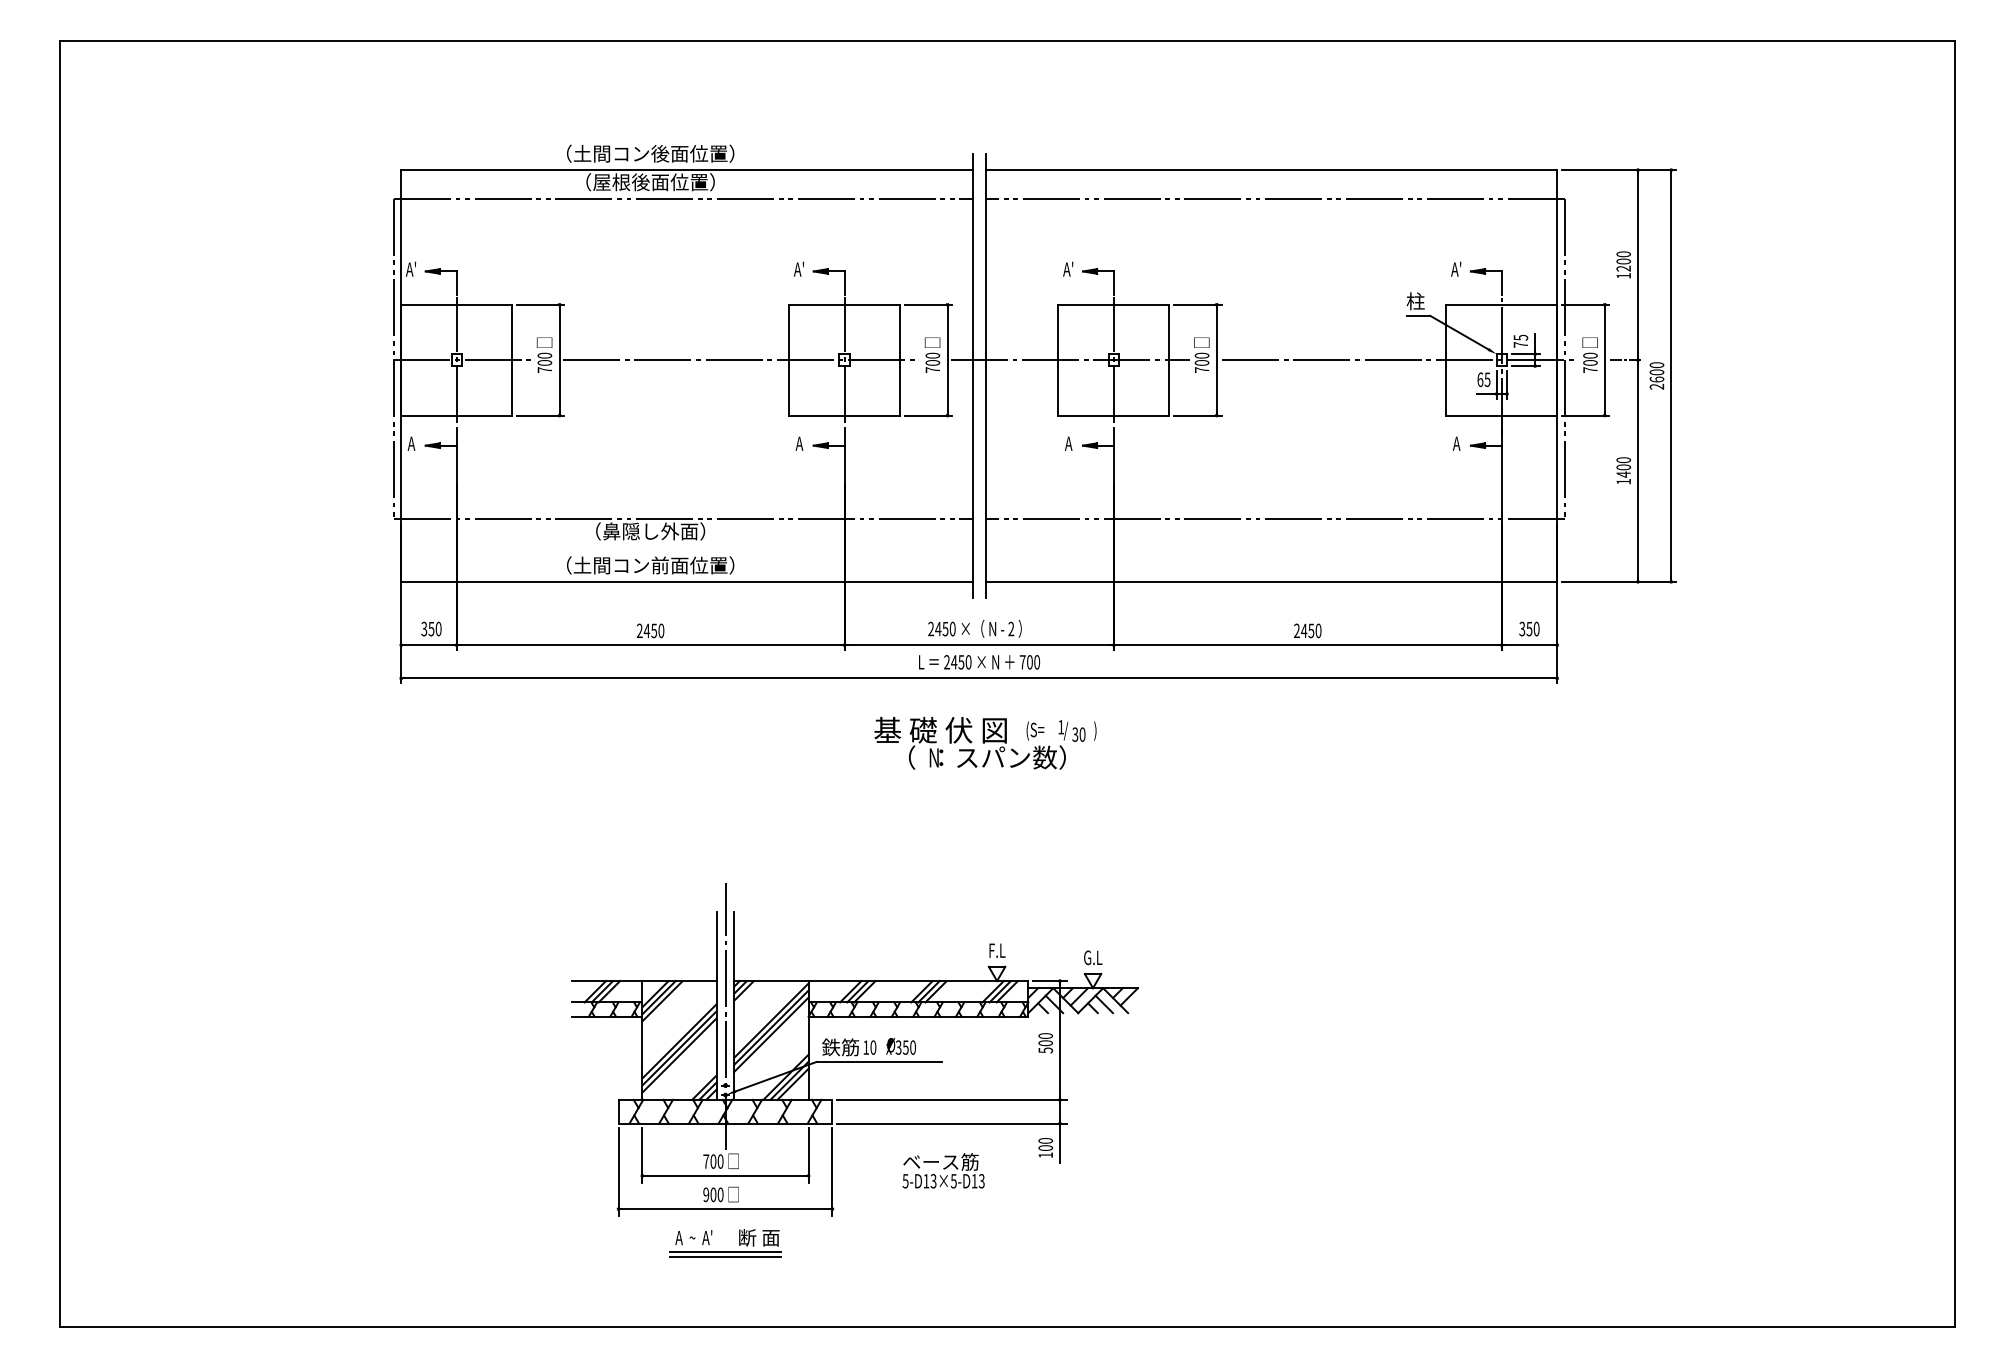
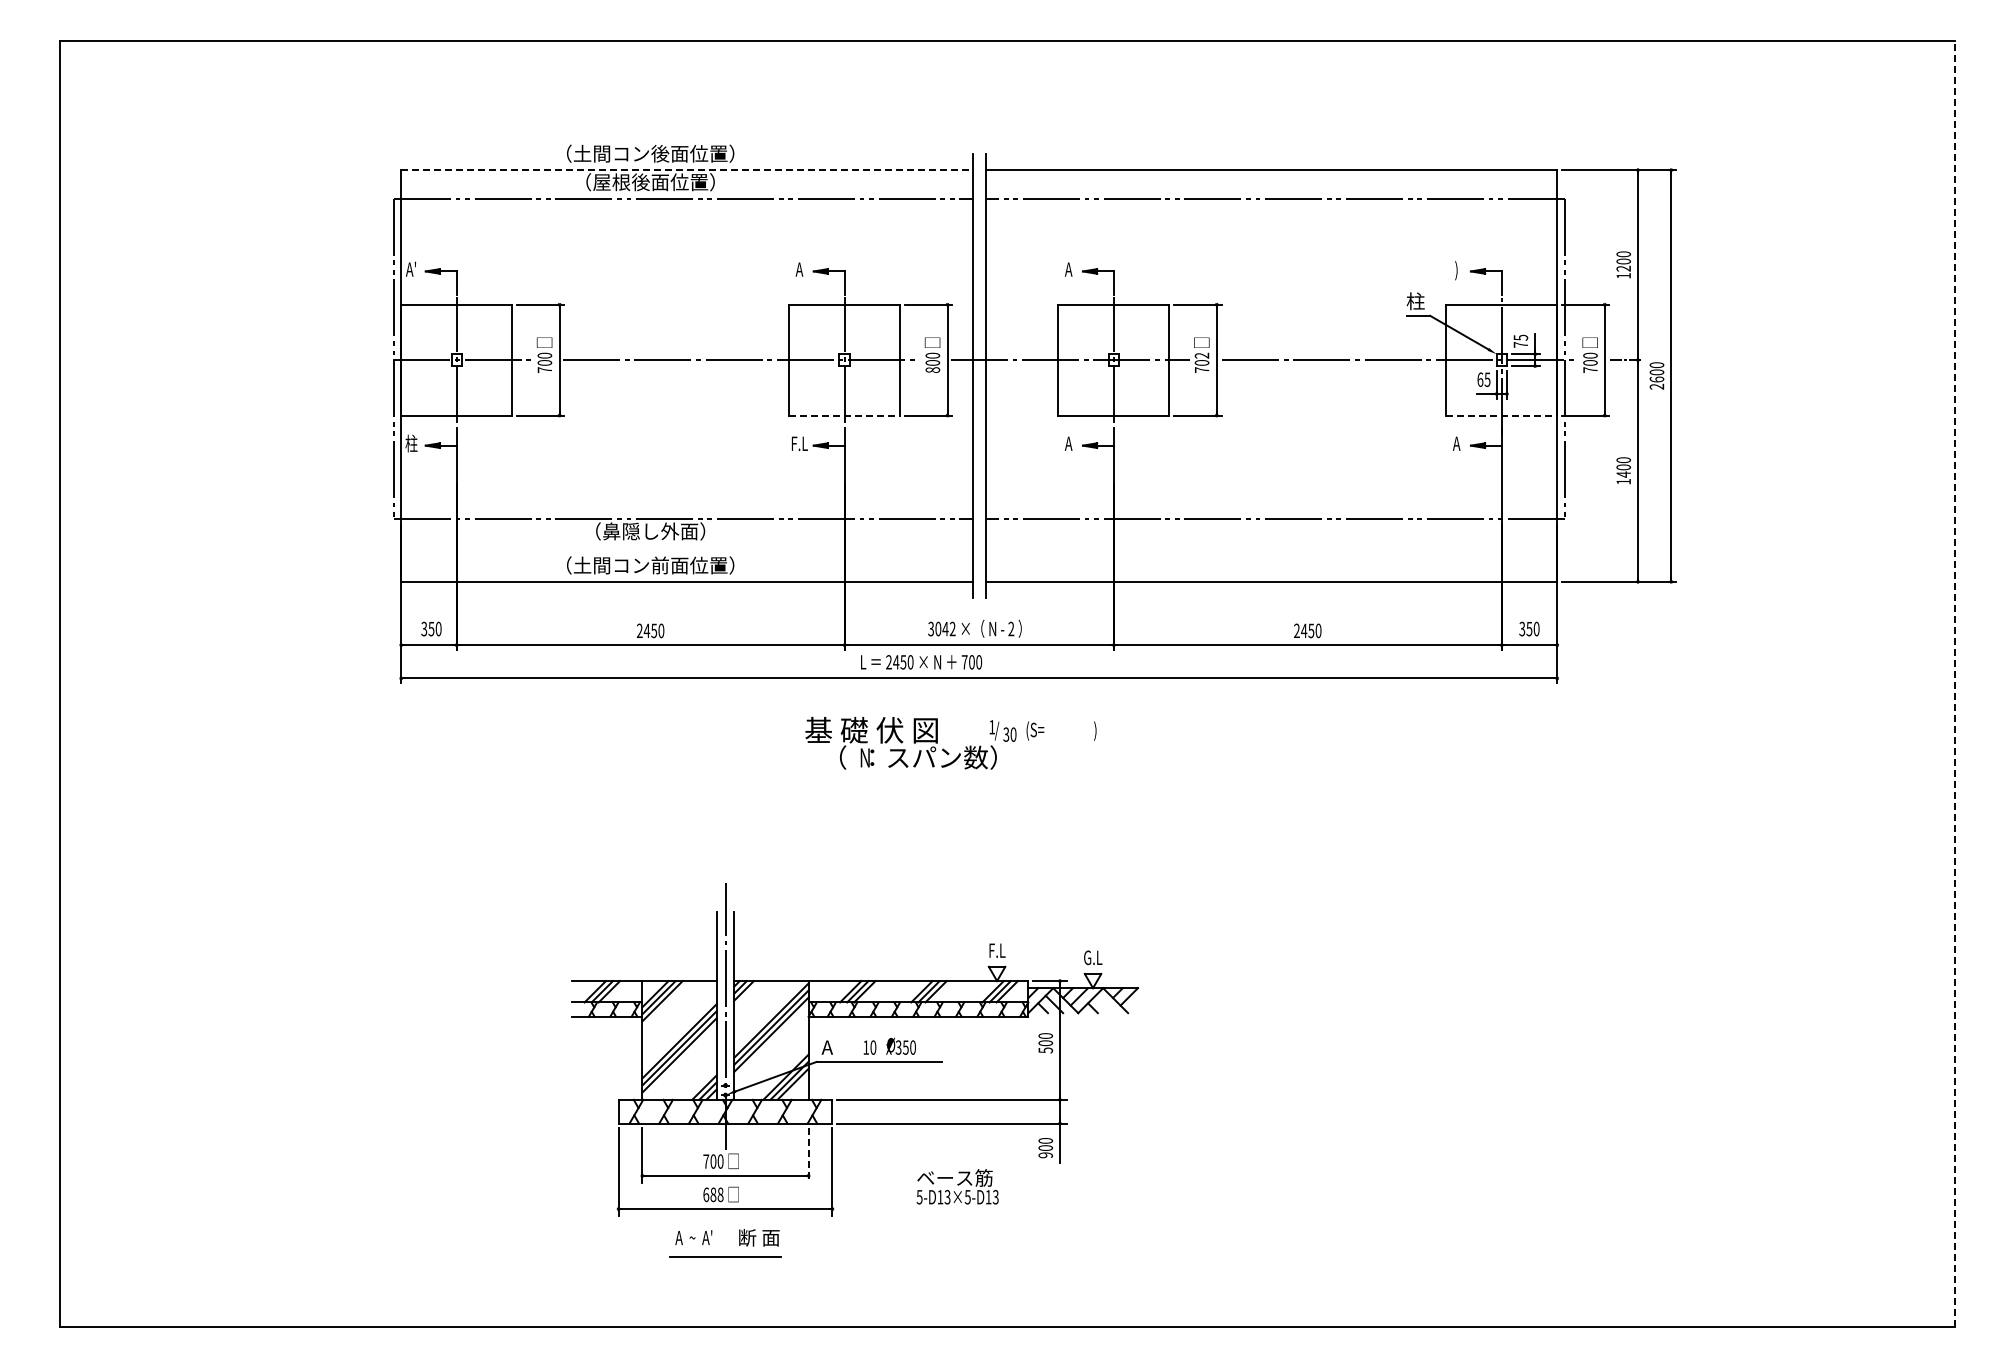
line at (687, 170): solid -> dashed
text at (798, 268): A' -> A
text at (1068, 268): A' -> A
text at (1456, 270): A' -> )
text at (1201, 355): 700 -> 702
text at (932, 369): 700 -> 800
line at (845, 415): solid -> dashed
line at (1502, 415): solid -> dashed
text at (411, 443): A -> 柱
text at (799, 443): A -> F.L
text at (941, 628): 2450 -> 3042
text at (979, 662) position: (979, 662) -> (921, 662)
line at (1954, 683): solid -> dashed
text at (979, 743) position: (979, 743) -> (910, 743)
line at (1104, 1004): present -> none
text at (840, 1047): 鉄筋 -> A
text at (1045, 1155): 100 -> 900
line at (808, 1156): solid -> dashed
text at (943, 1170) position: (943, 1170) -> (957, 1186)
text at (713, 1194): 900 -> 688
line at (725, 1252): present -> none
